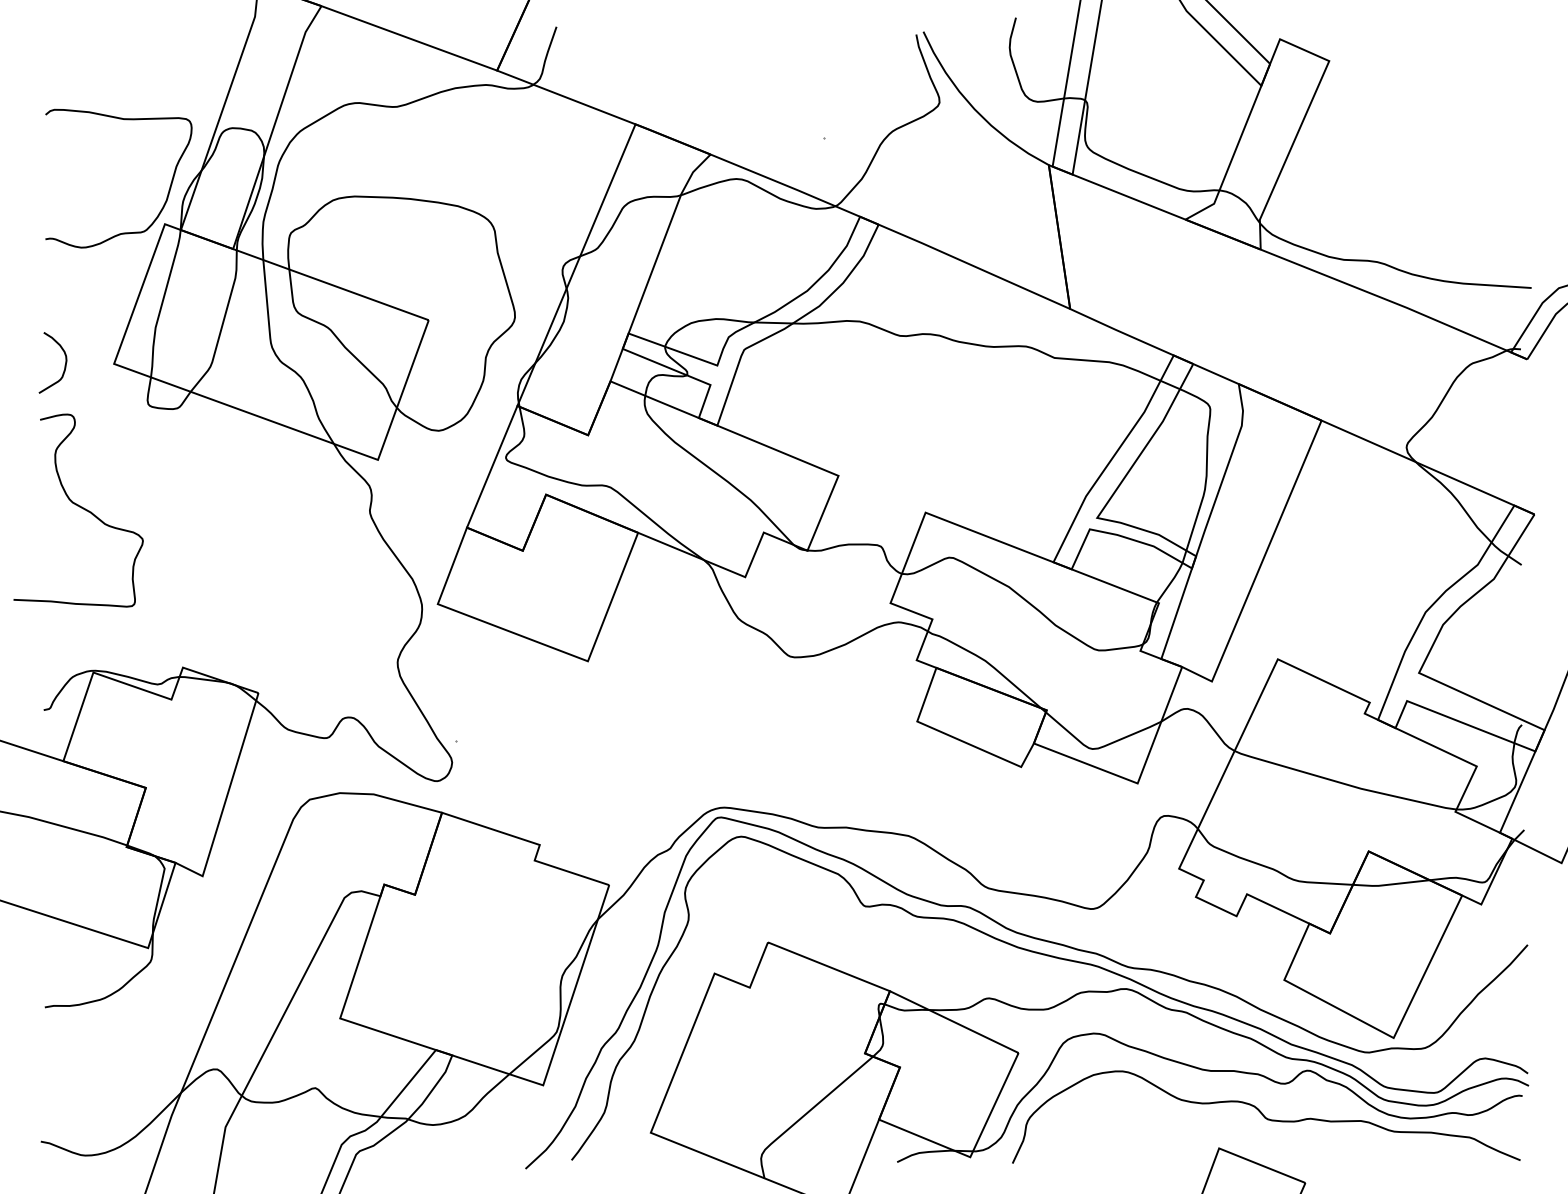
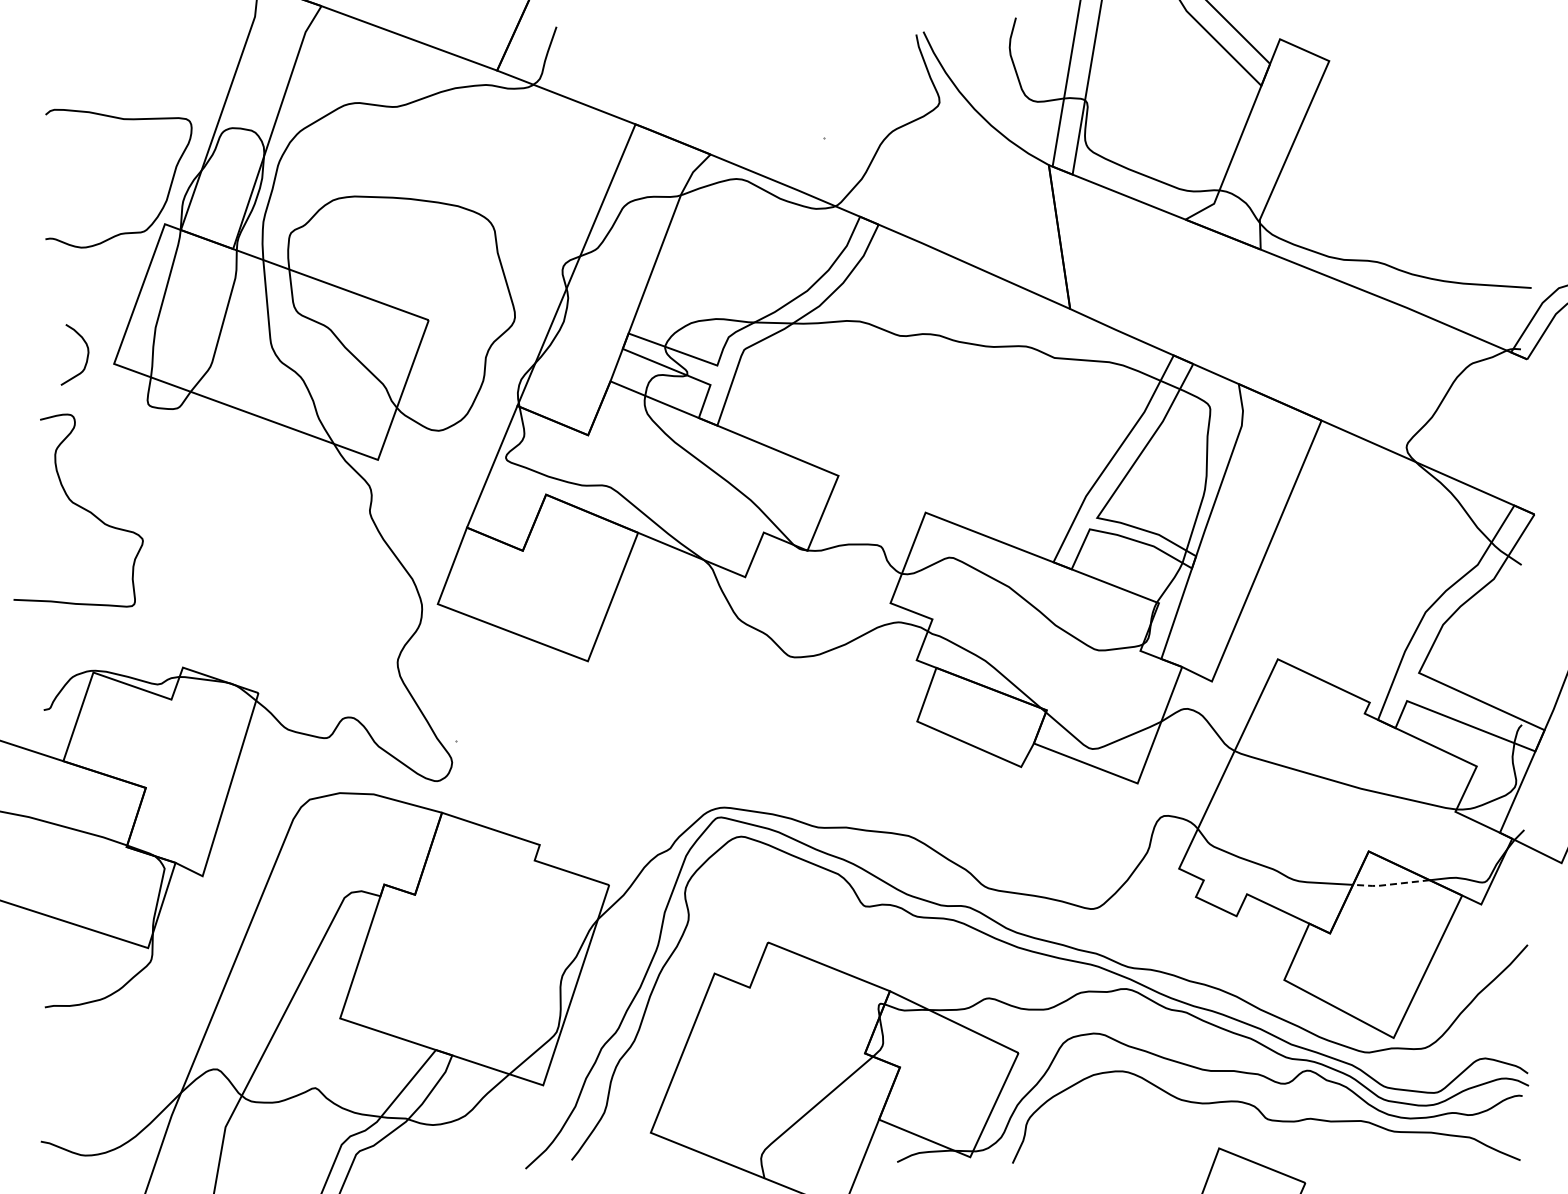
curve at (64, 365) position: (64, 365) -> (86, 357)
line at (1389, 884): solid -> dashed
